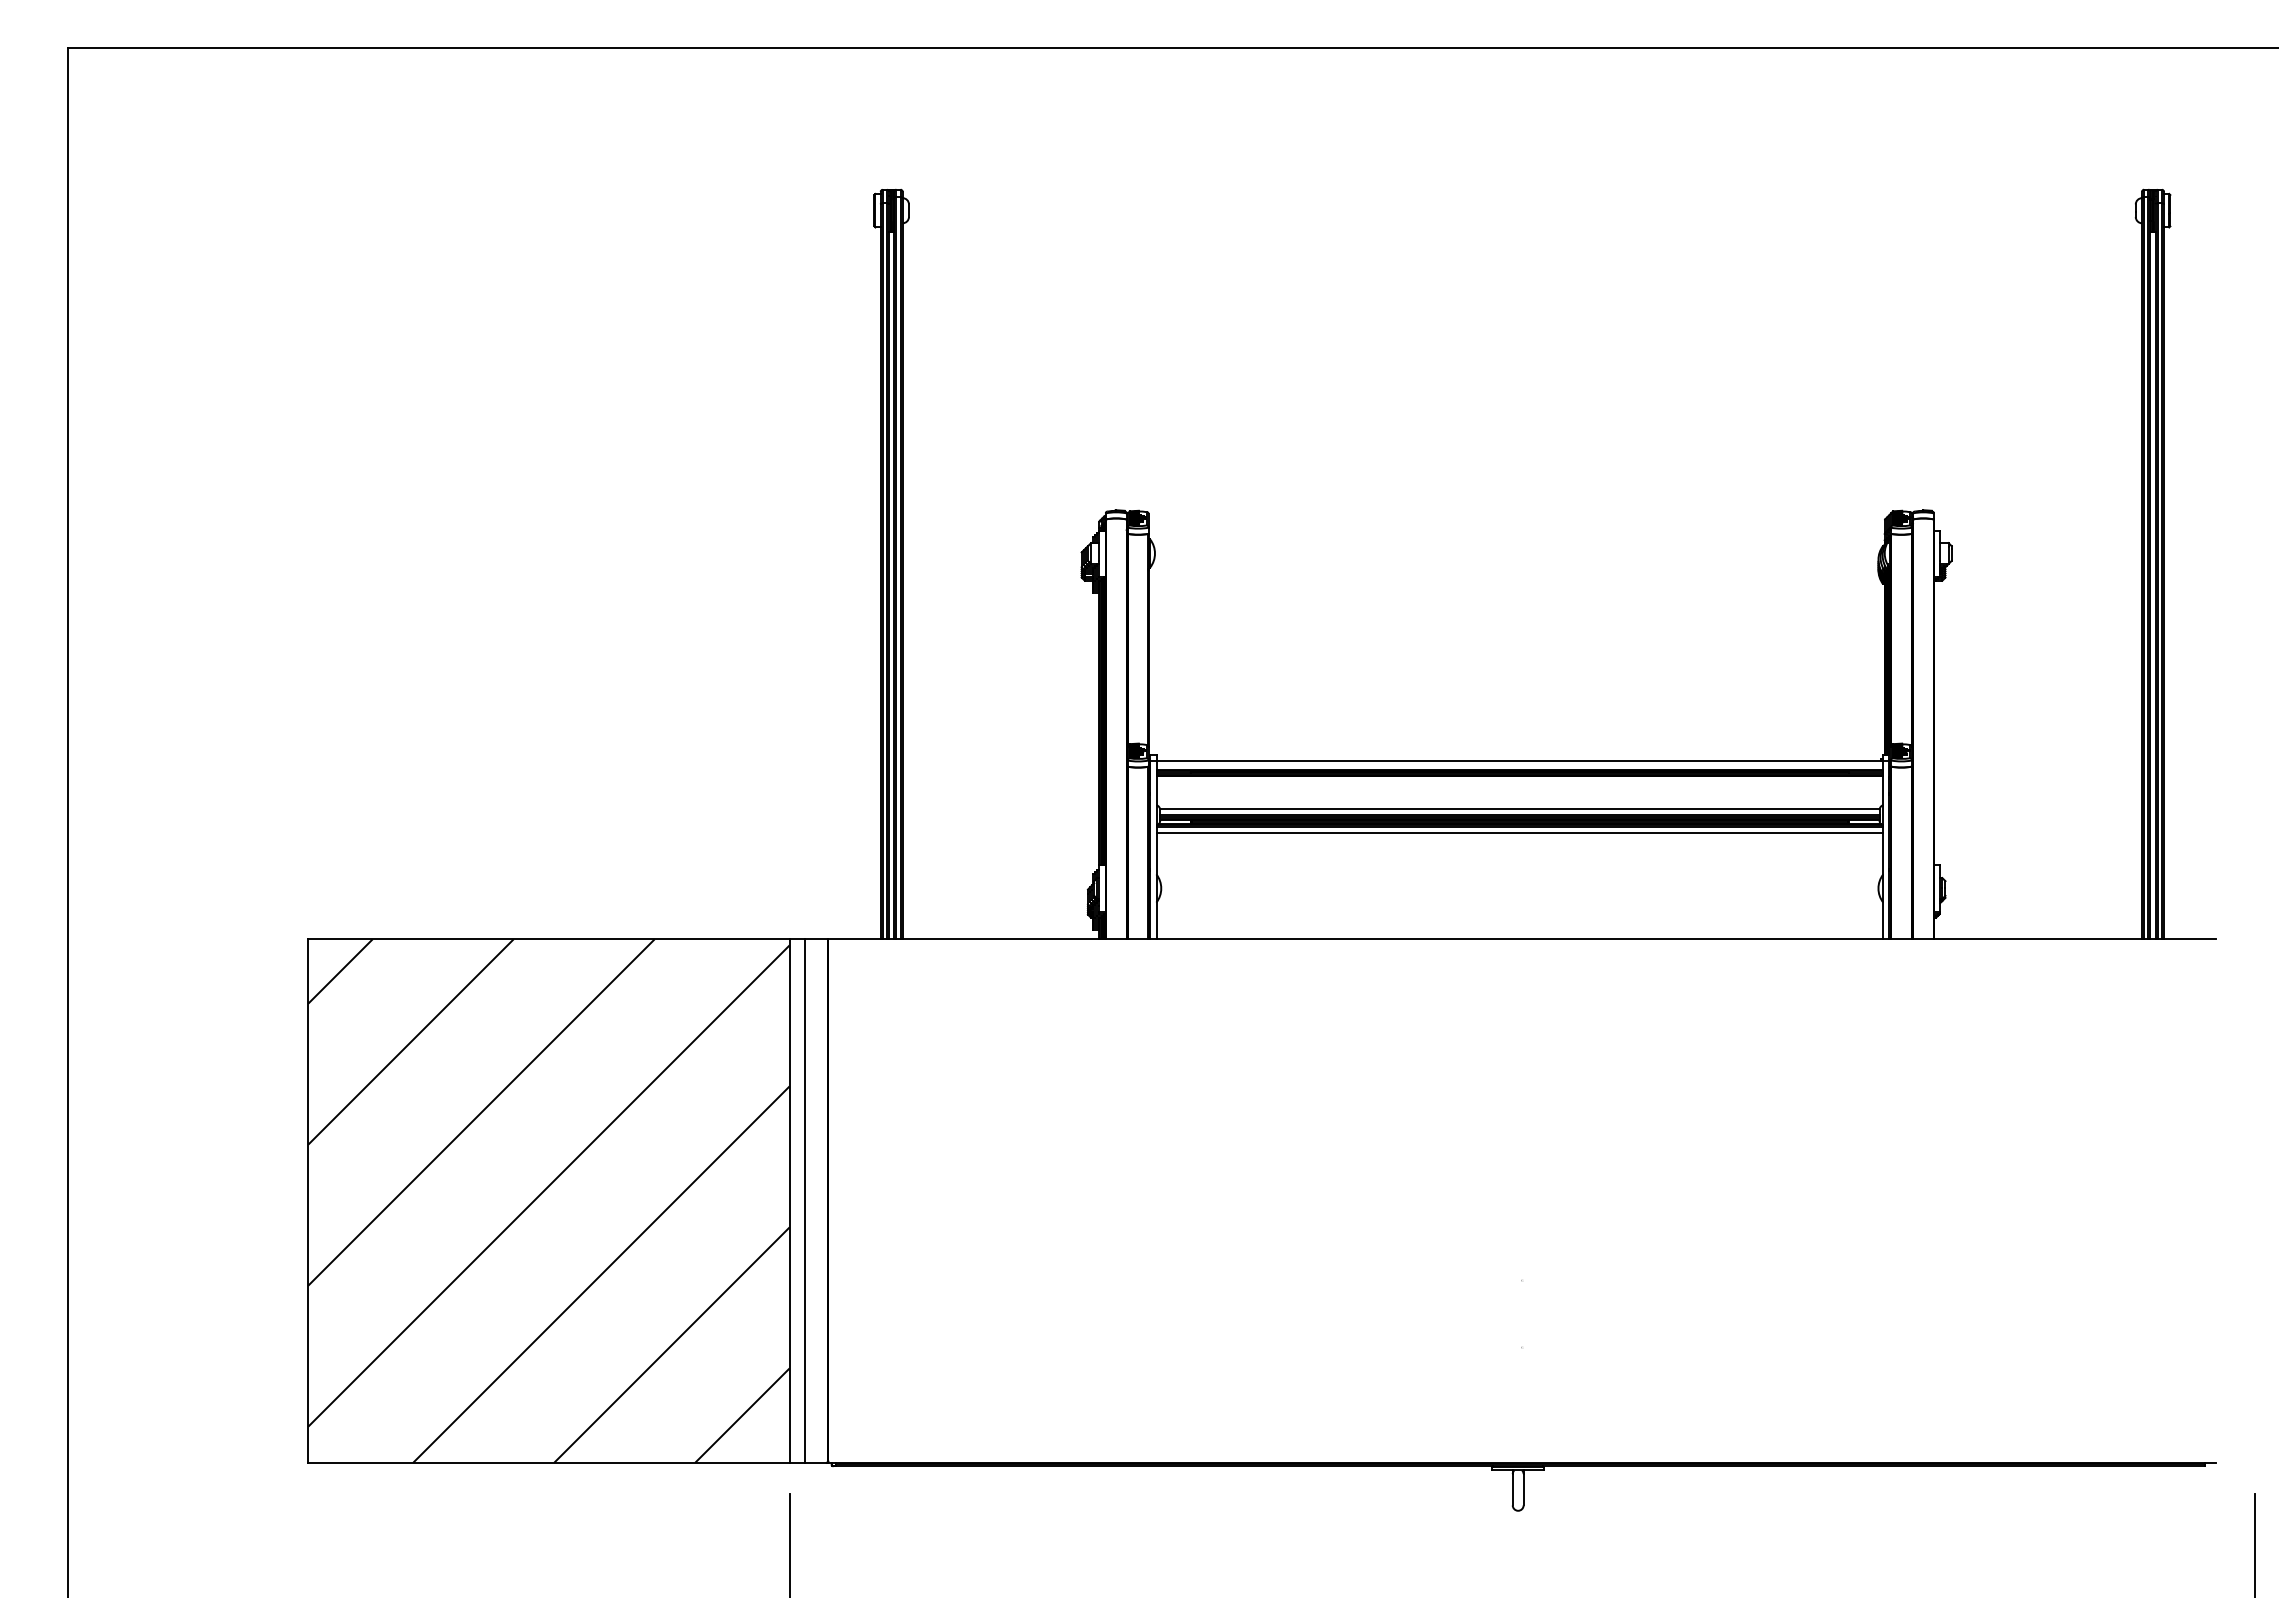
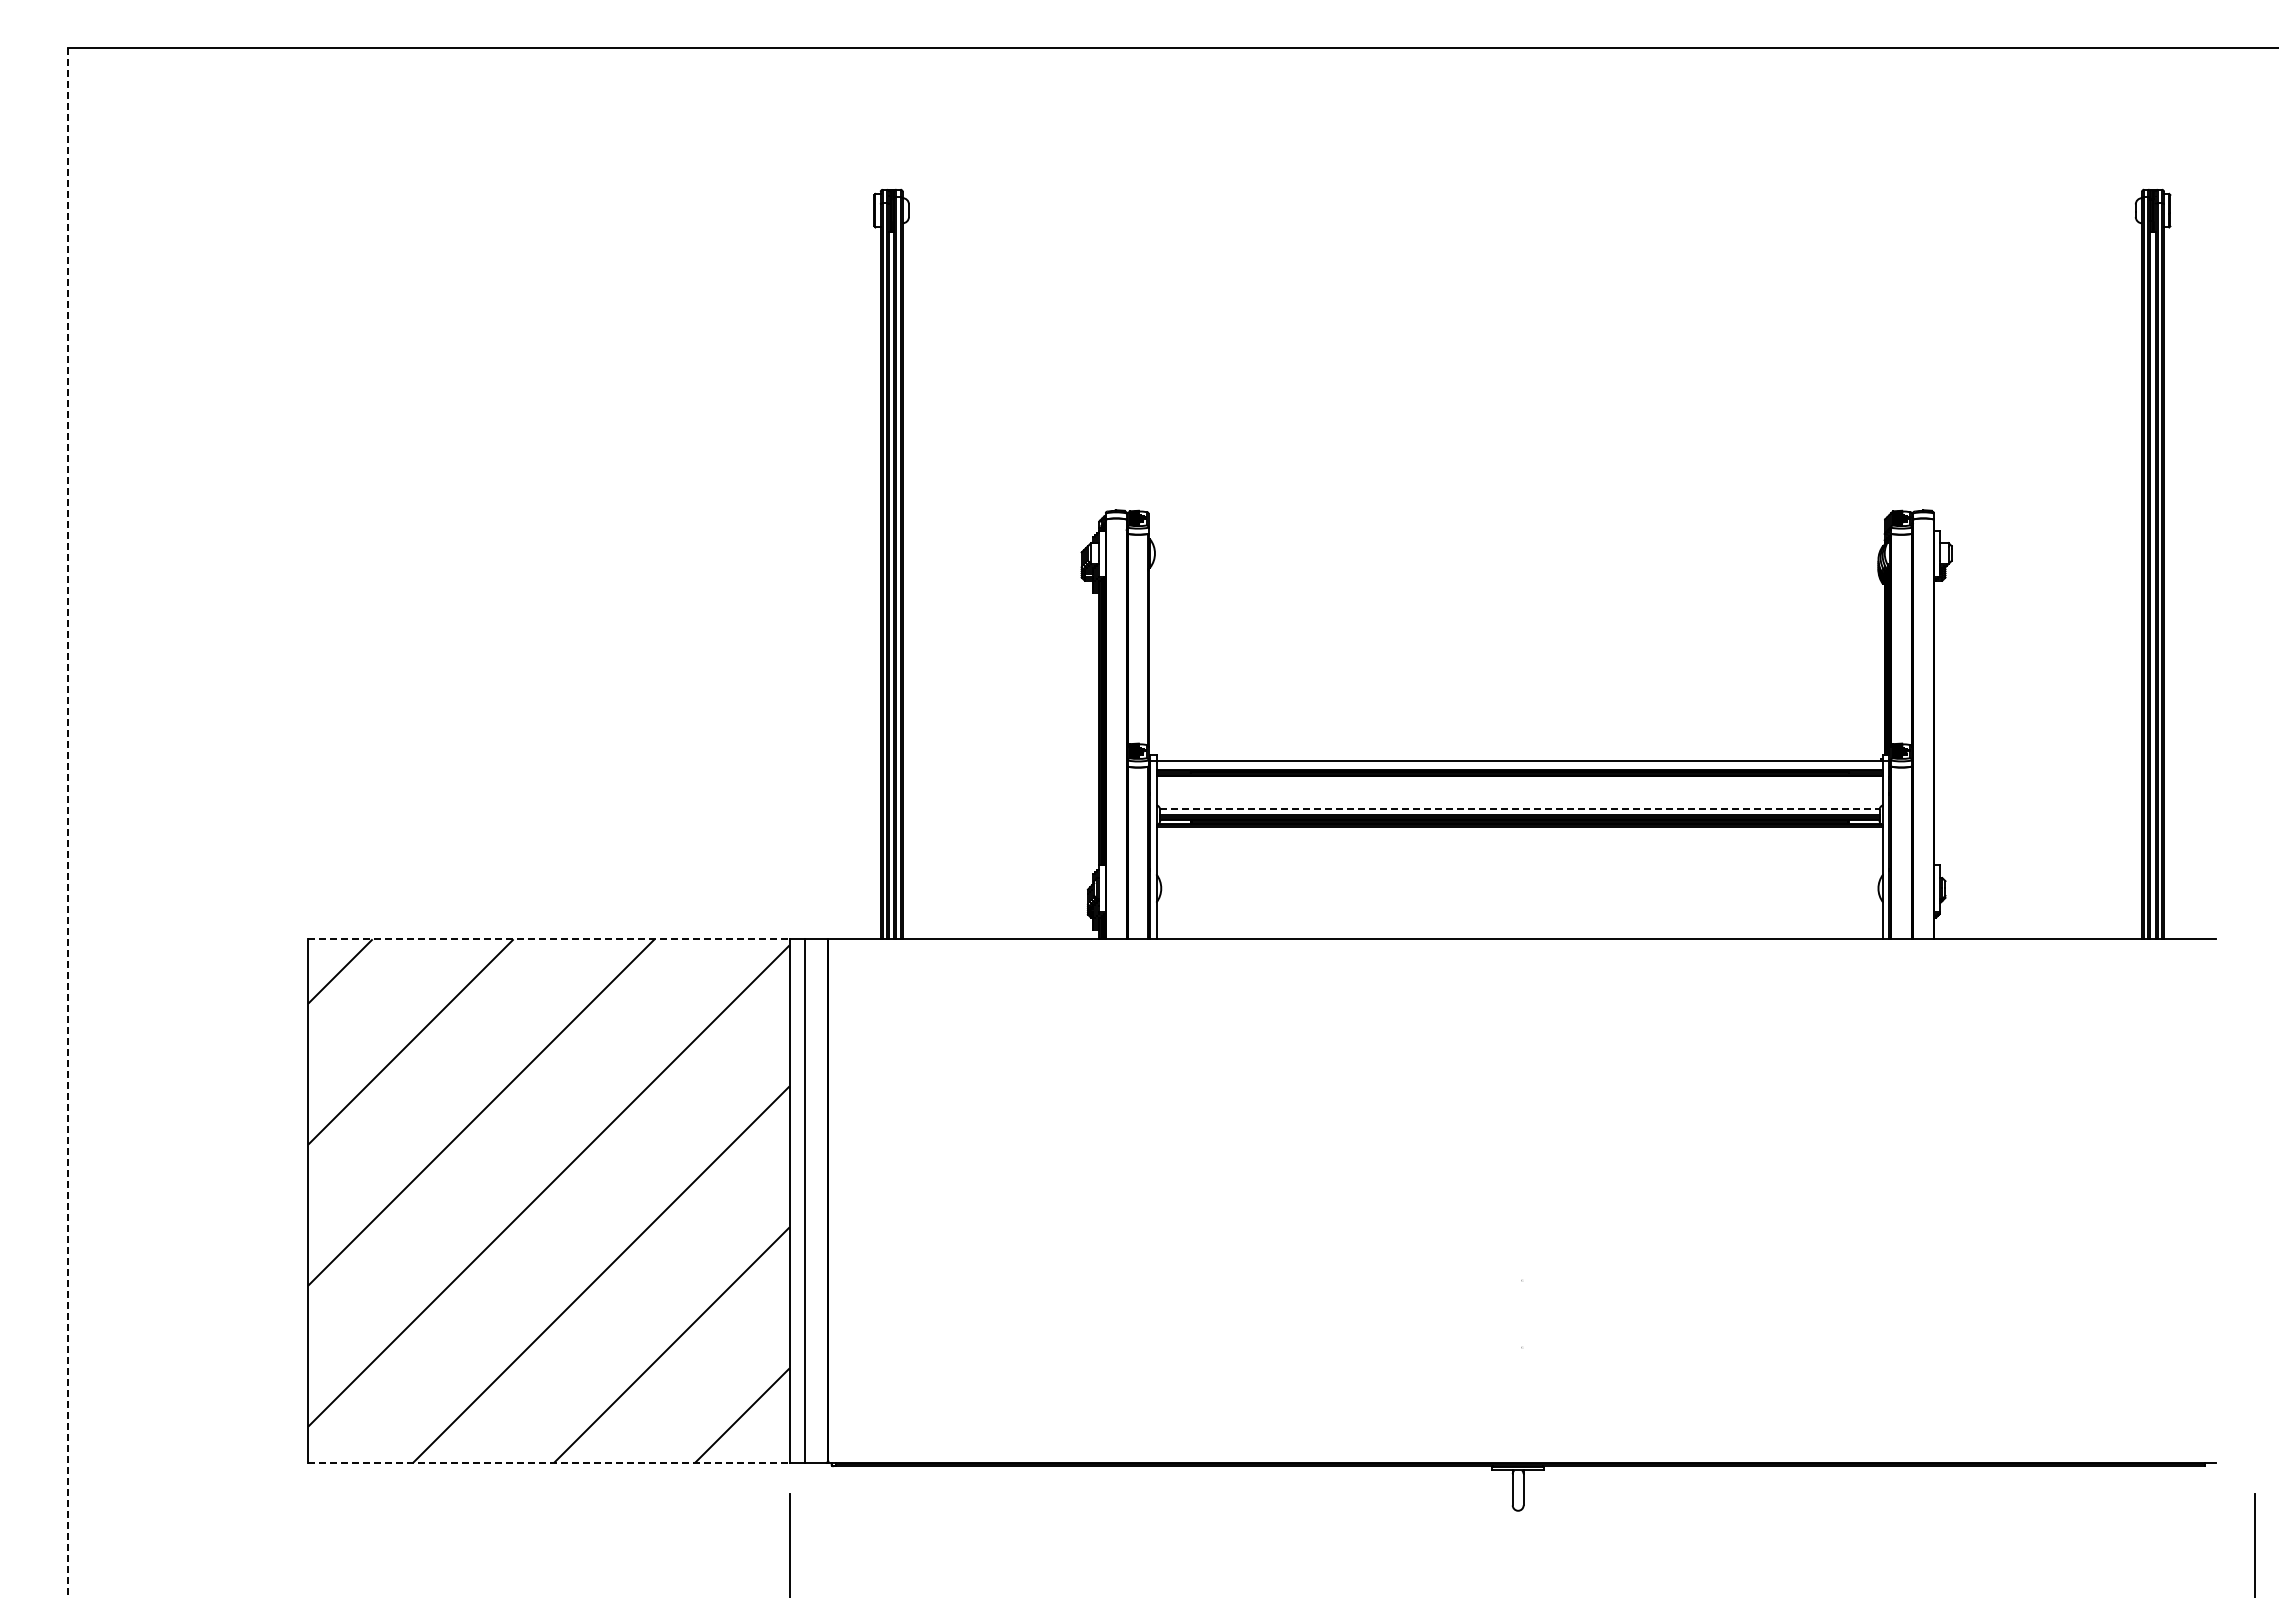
line at (1519, 809): solid -> dashed
line at (68, 822): solid -> dashed
line at (1519, 833): present -> none
line at (548, 939): solid -> dashed
line at (548, 1462): solid -> dashed
